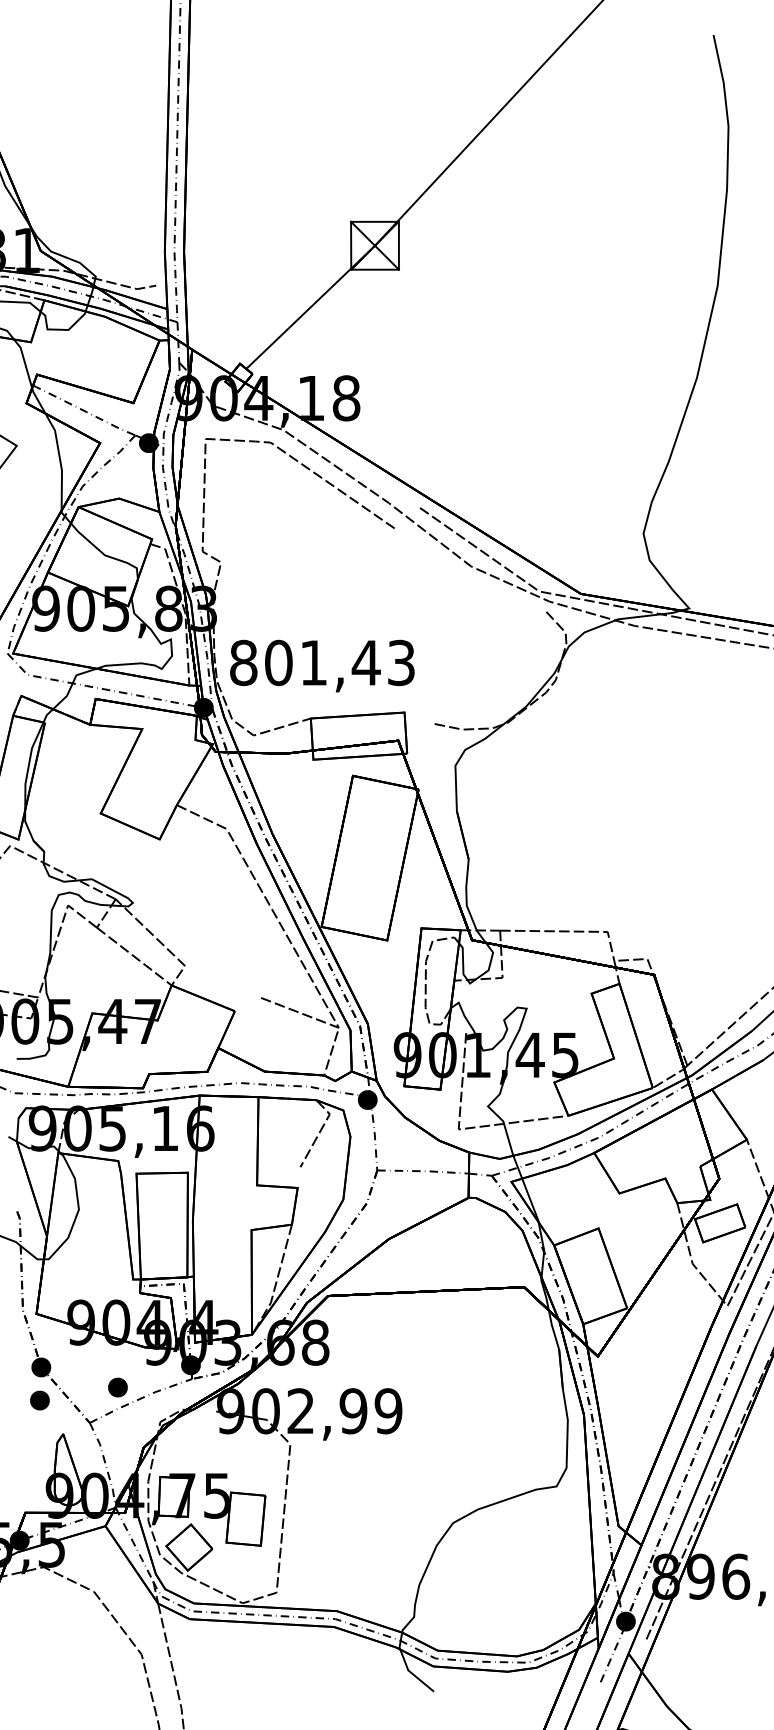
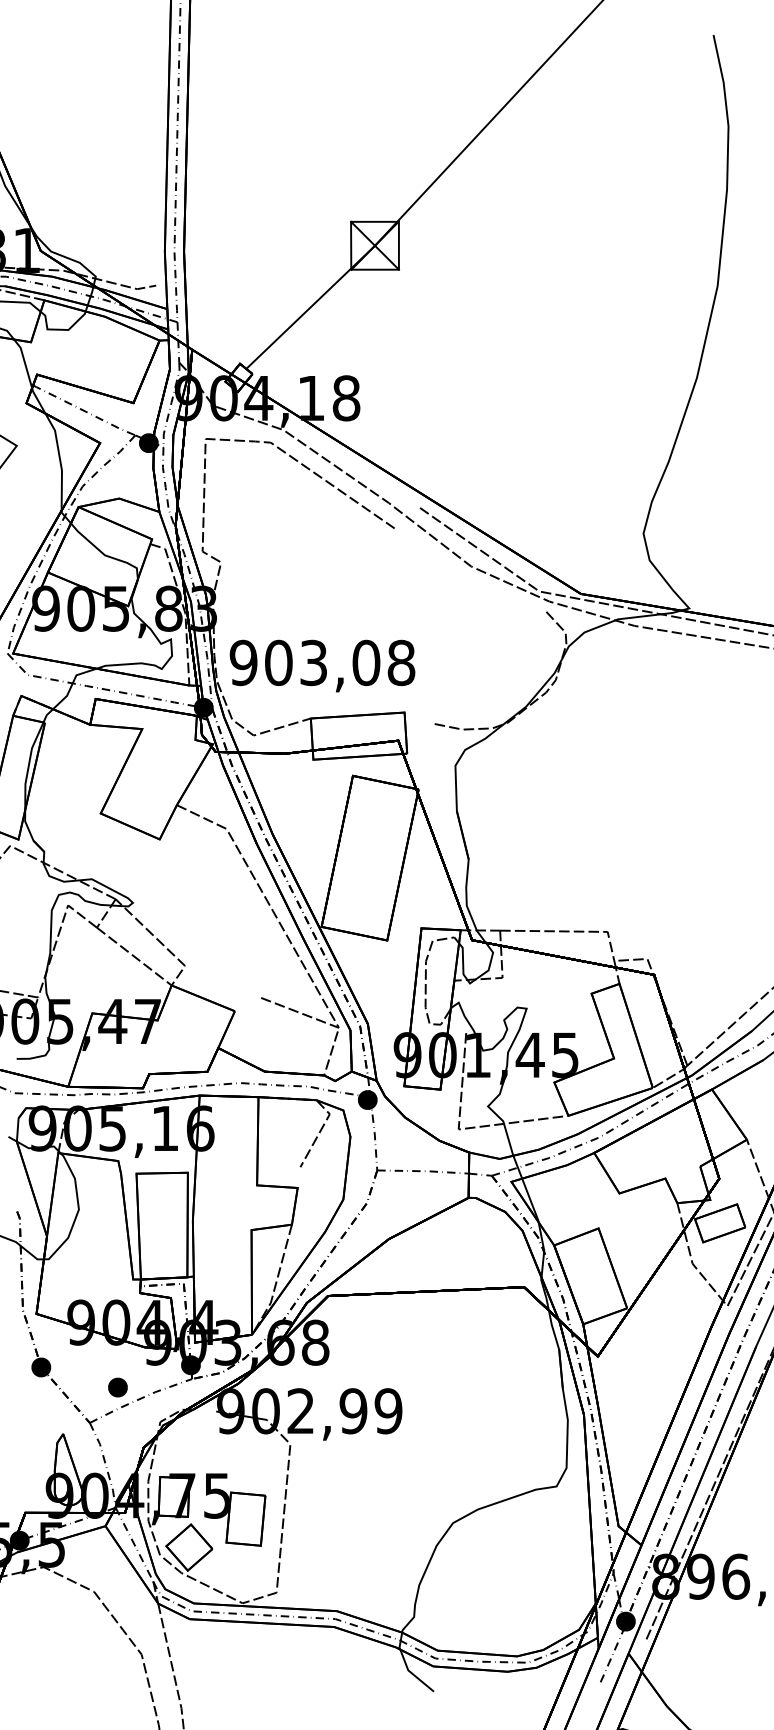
text at (322, 662): 801,43 -> 903,08
part at (39, 1400): present -> none
